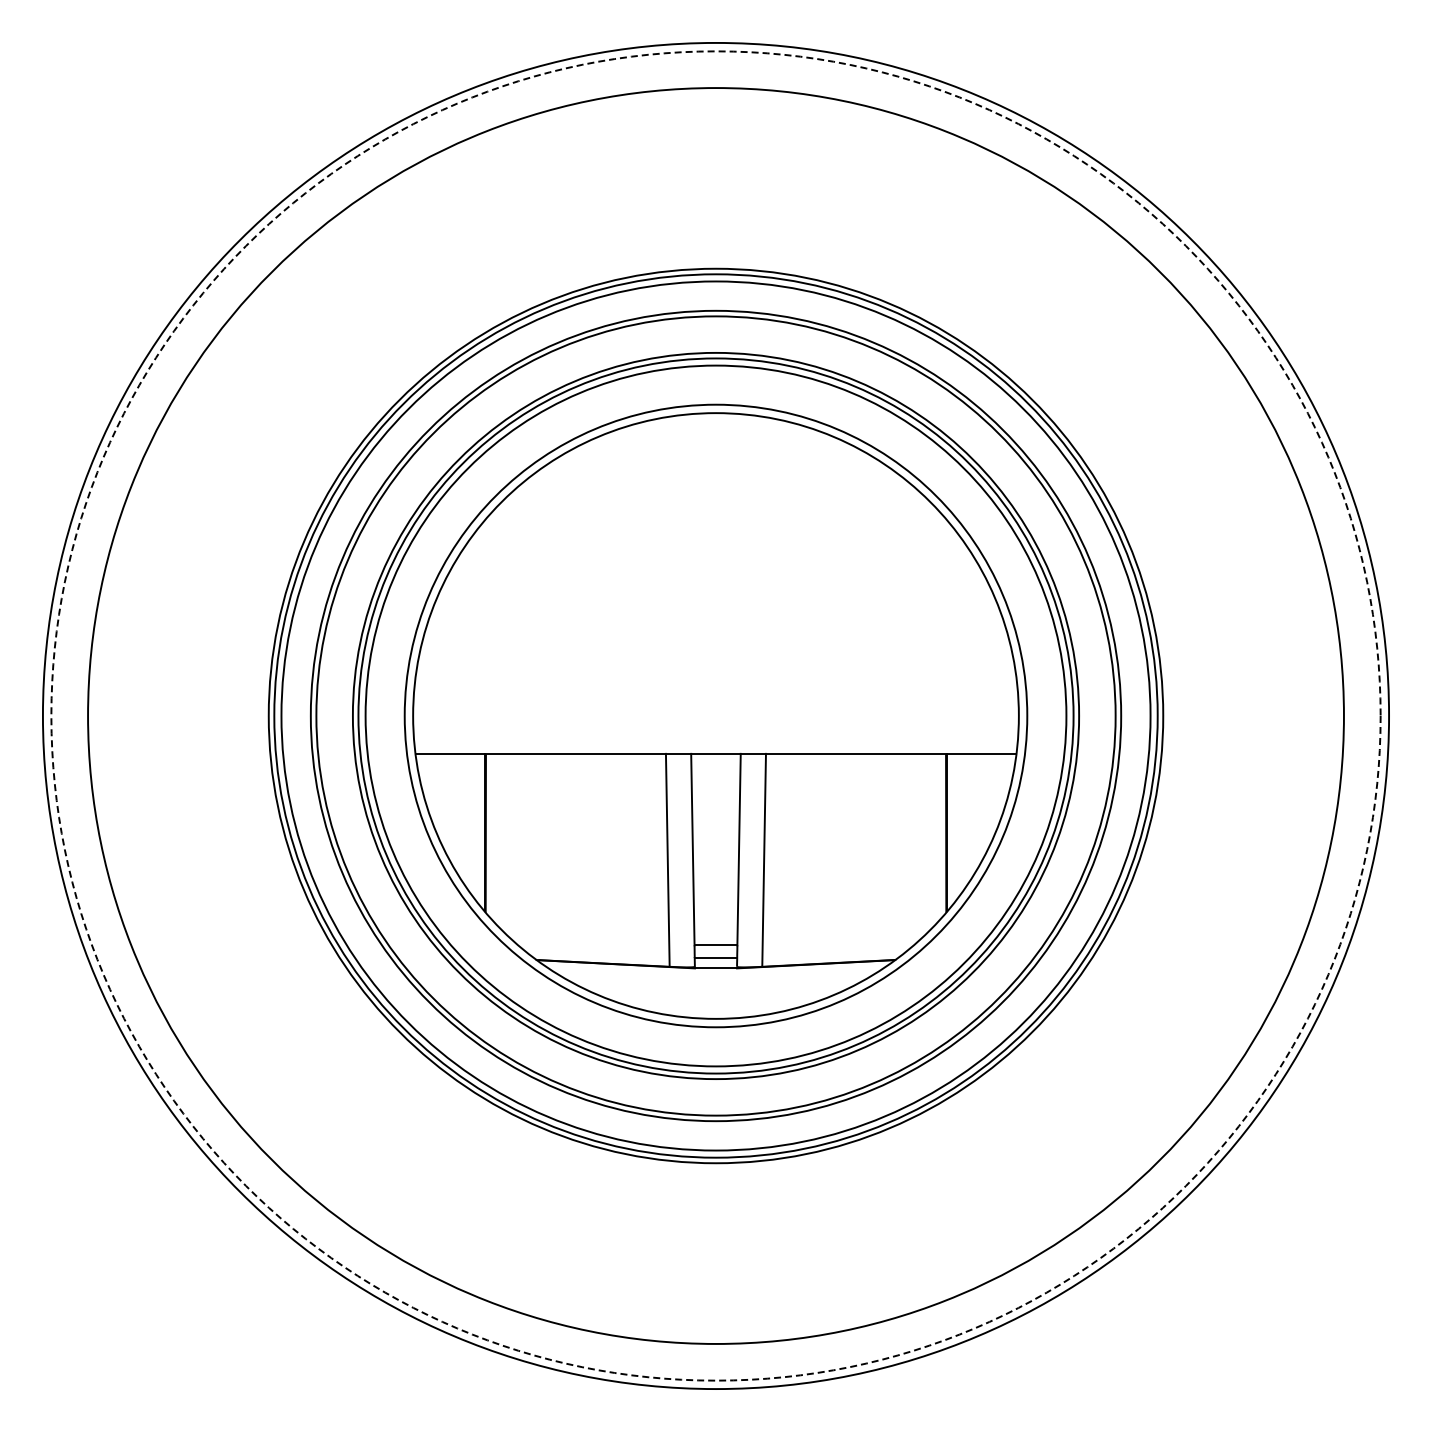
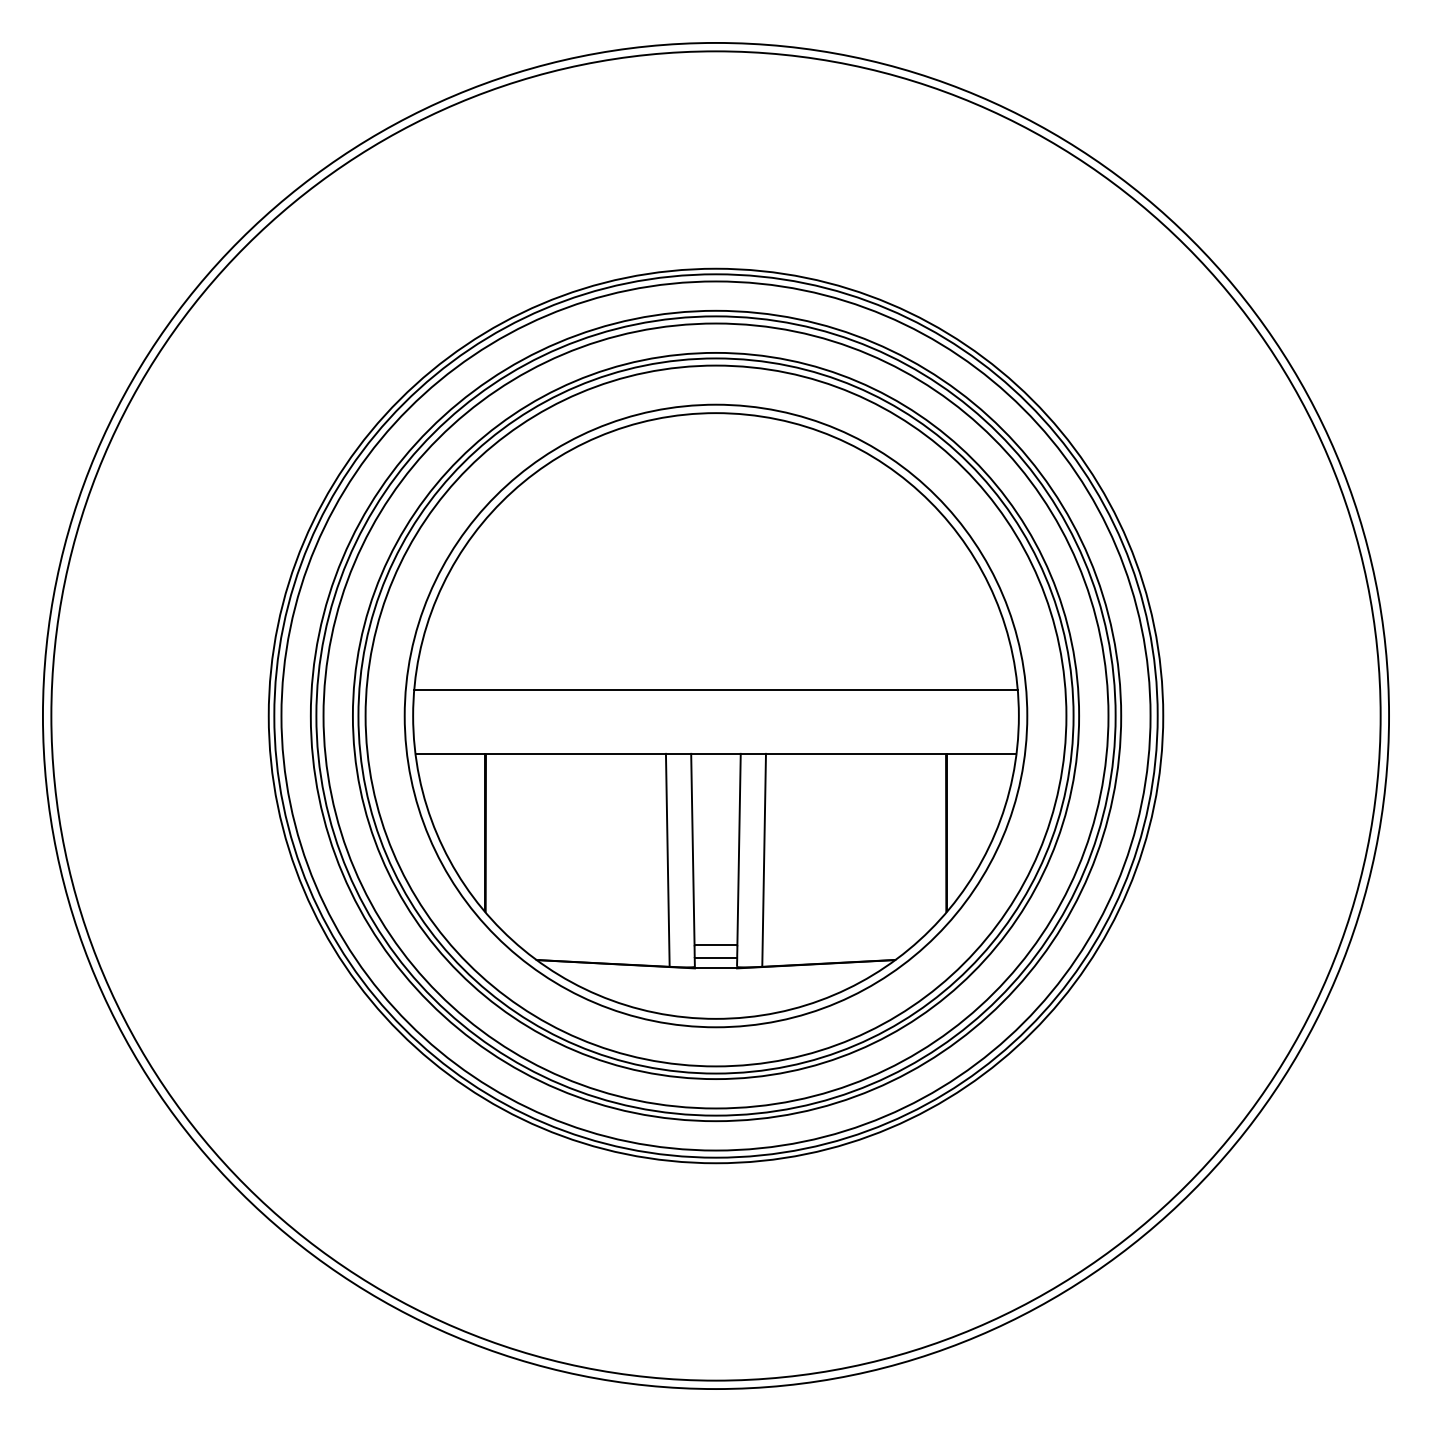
line at (715, 690): none -> present
circle at (715, 715) diameter: 1256 px -> 785 px
circle at (715, 715): dashed -> solid
